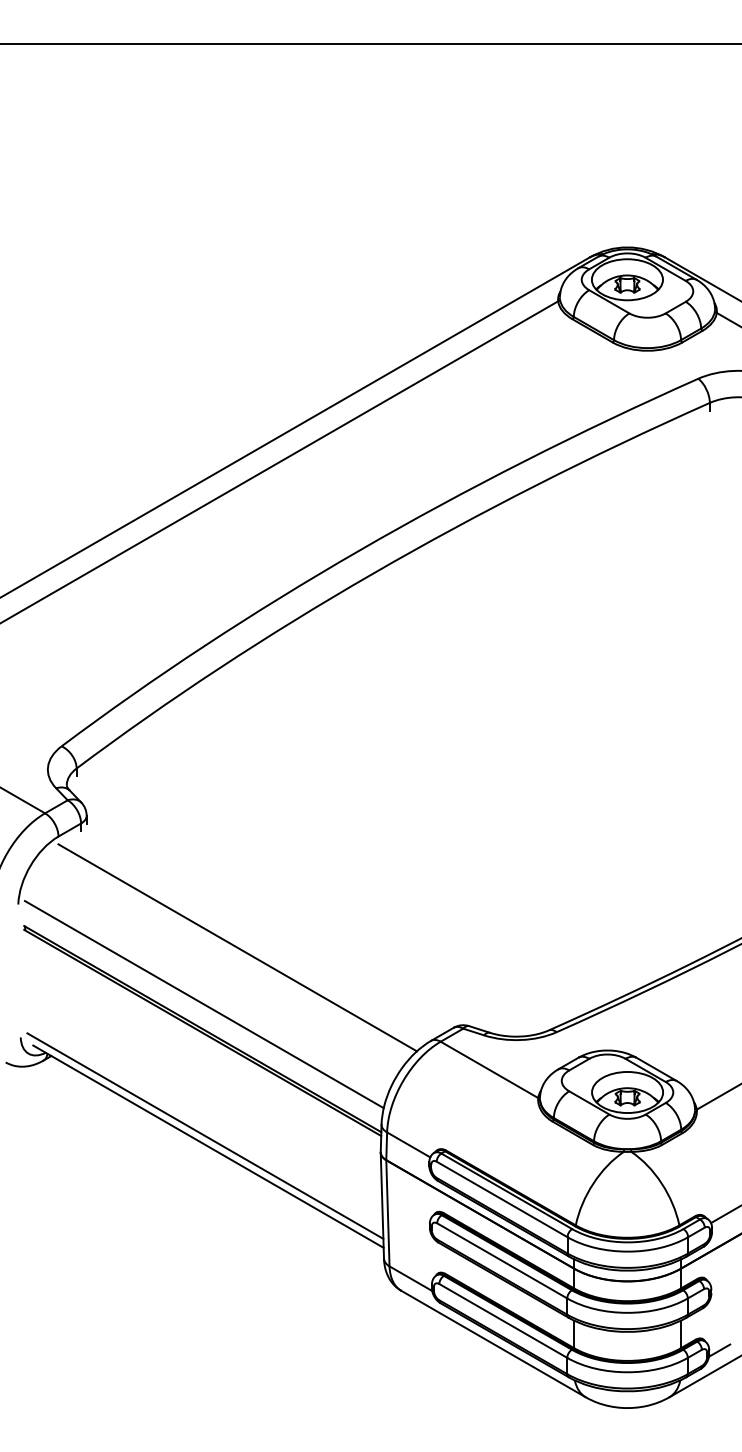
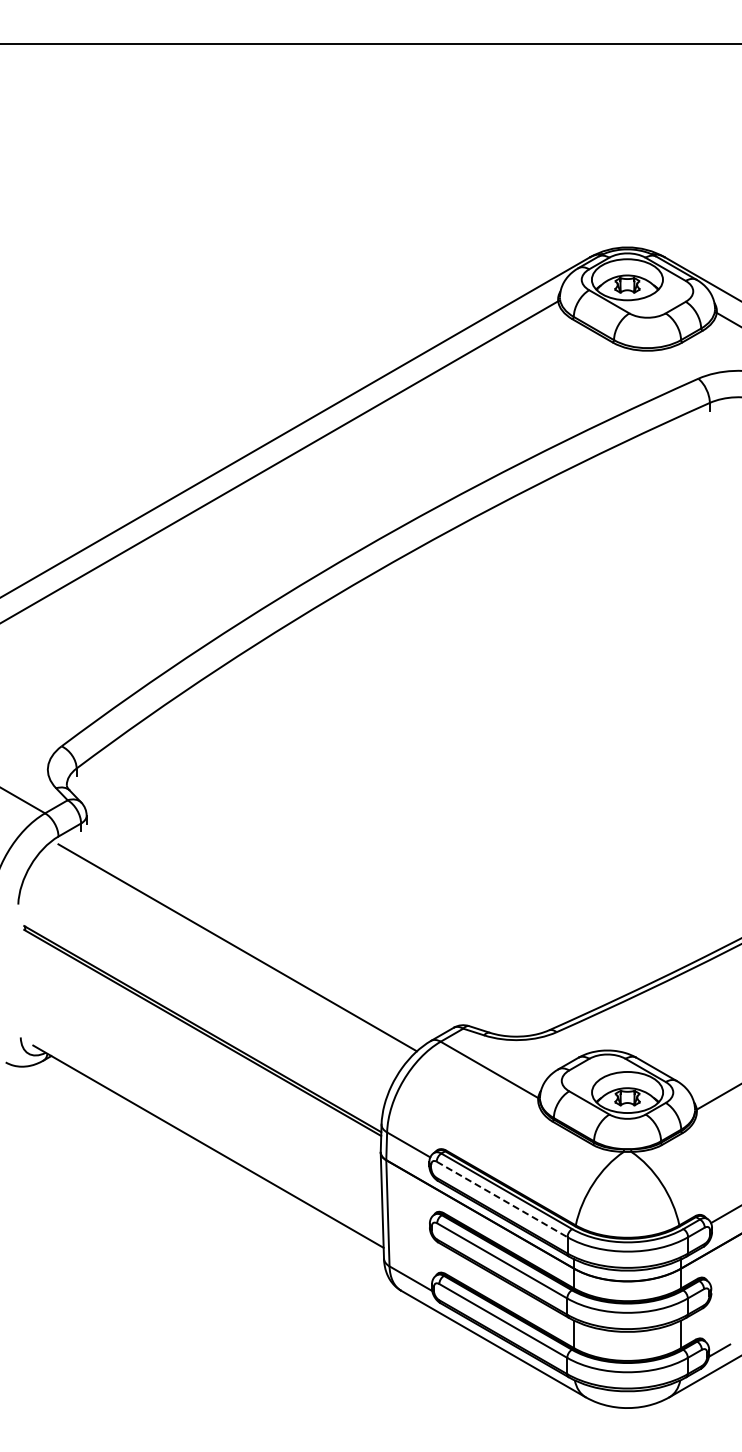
line at (203, 1004): present -> none
line at (205, 1135): present -> none
line at (502, 1199): solid -> dashed
